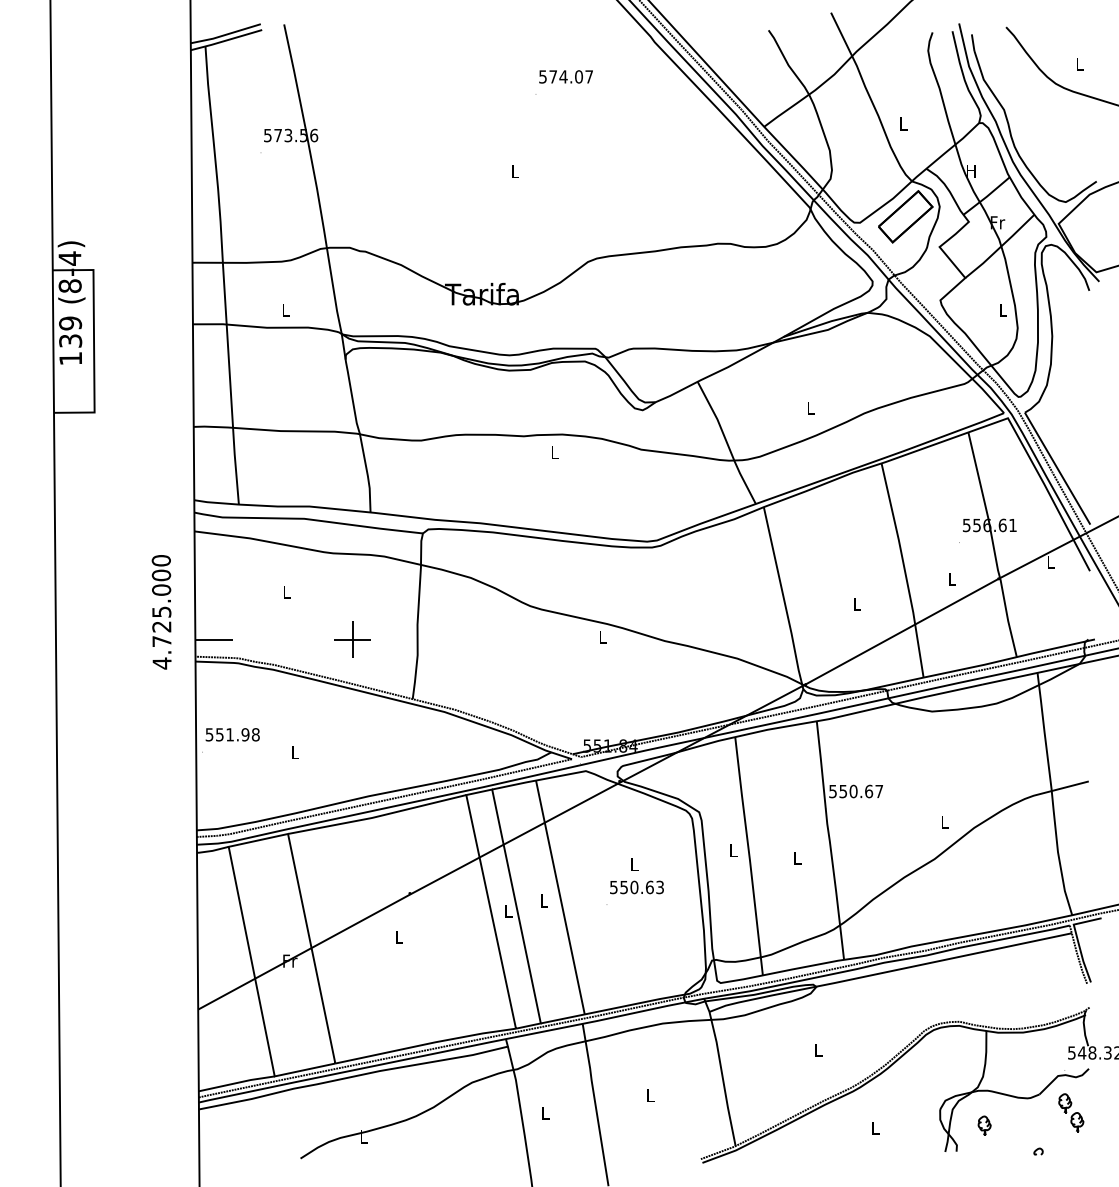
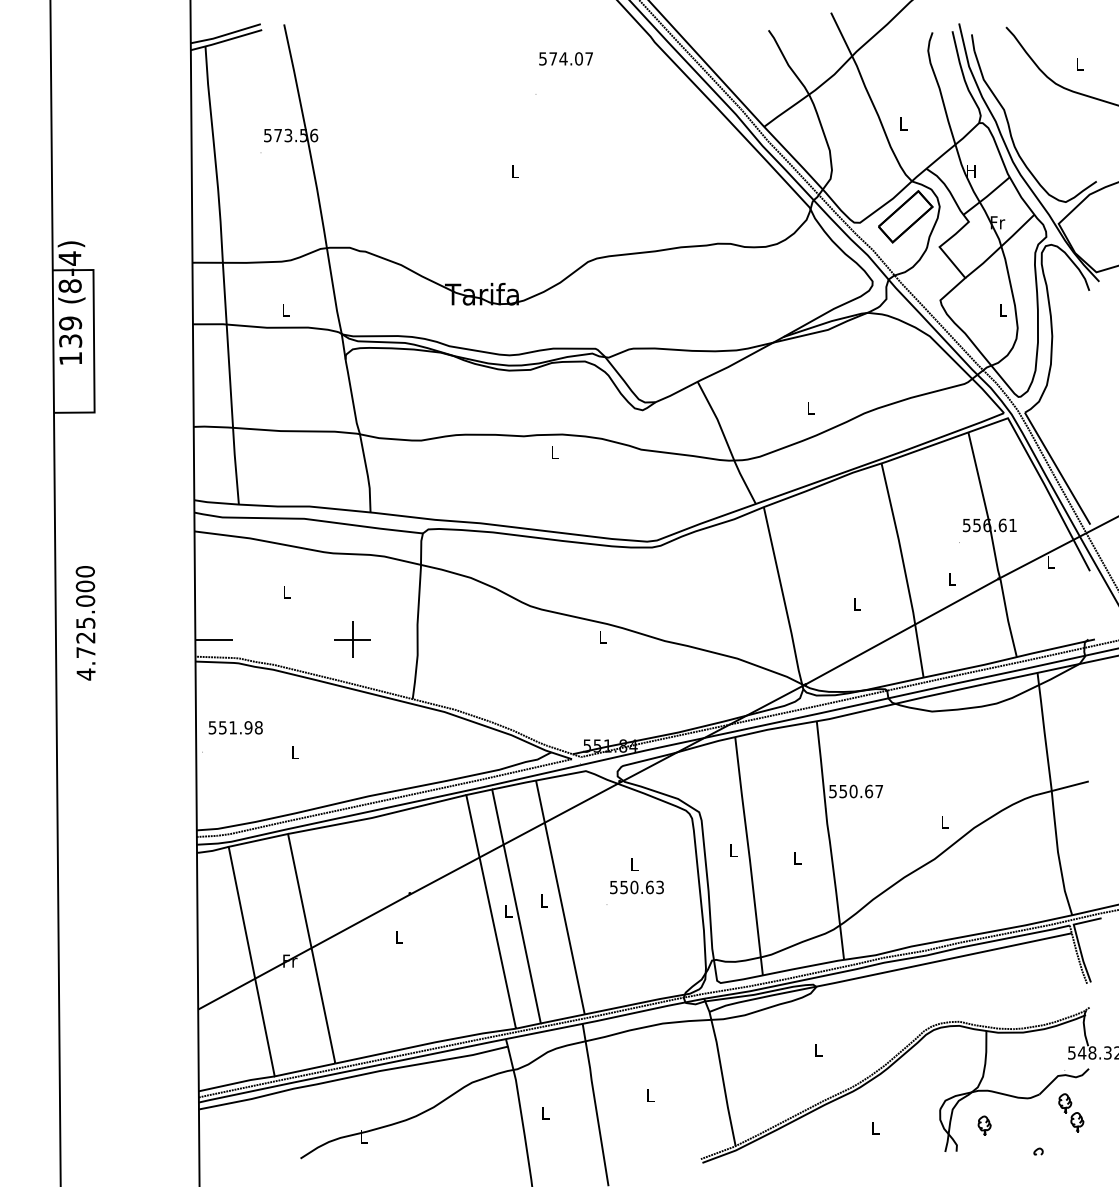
text at (565, 76) position: (565, 76) -> (565, 58)
text at (161, 612) position: (161, 612) -> (85, 623)
text at (232, 734) position: (232, 734) -> (235, 727)
